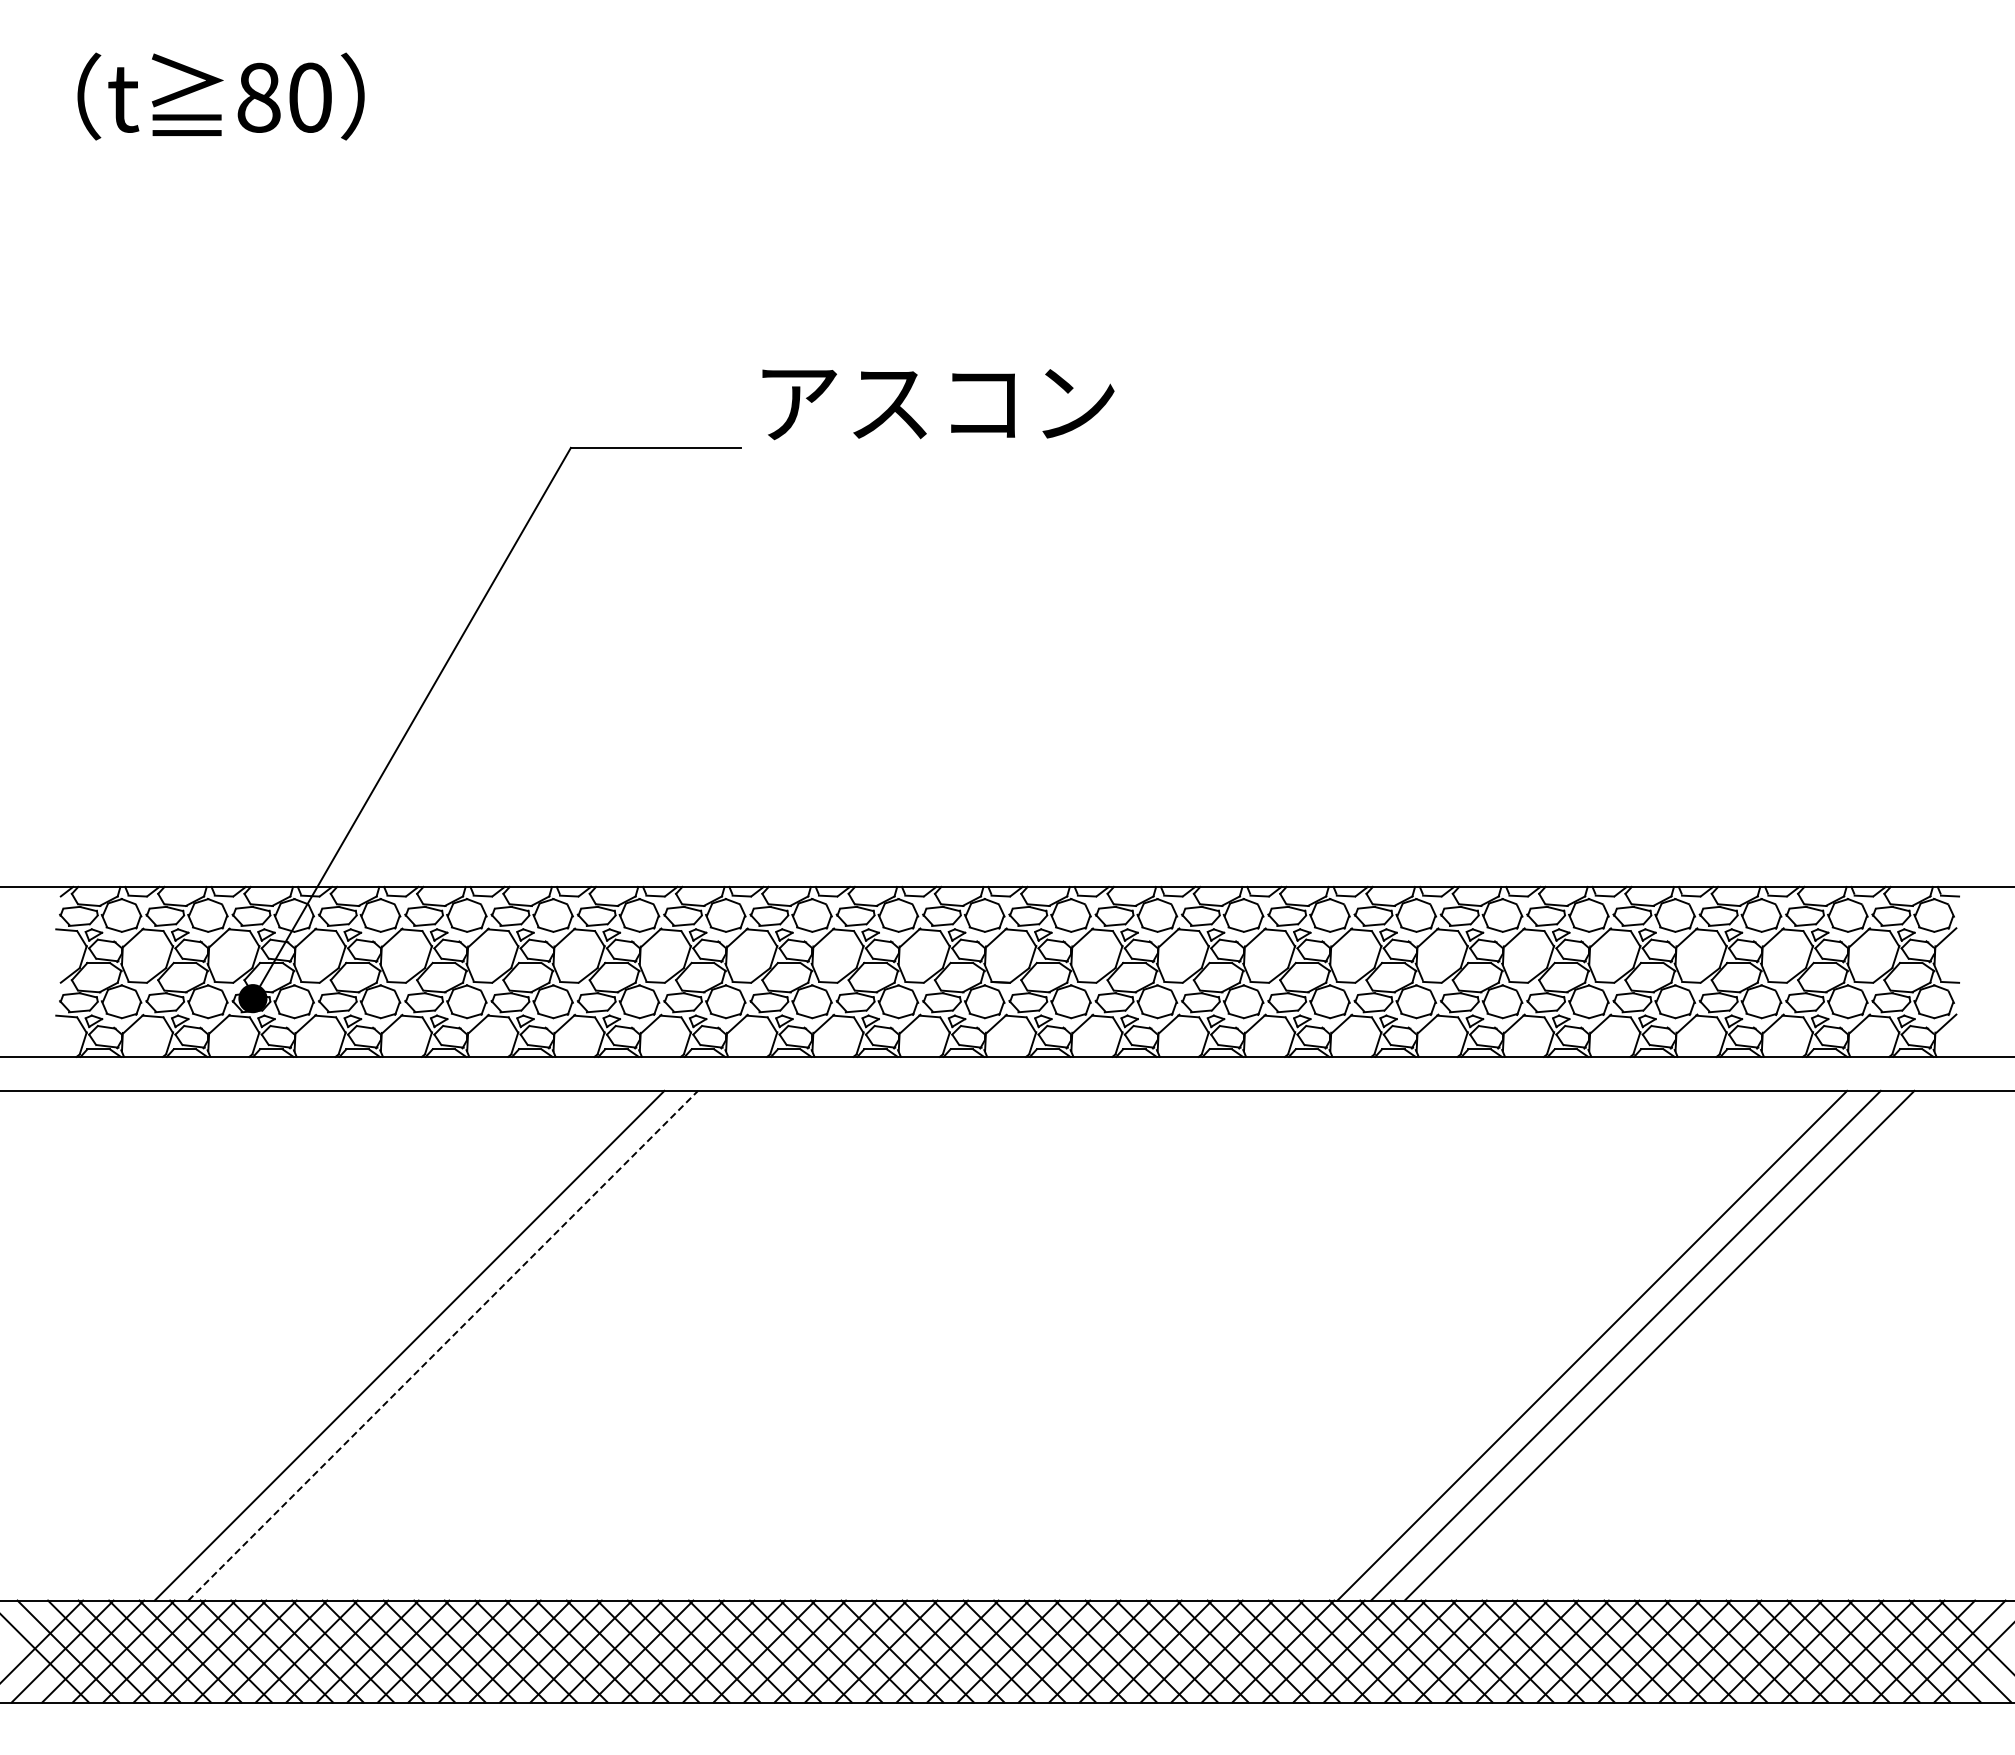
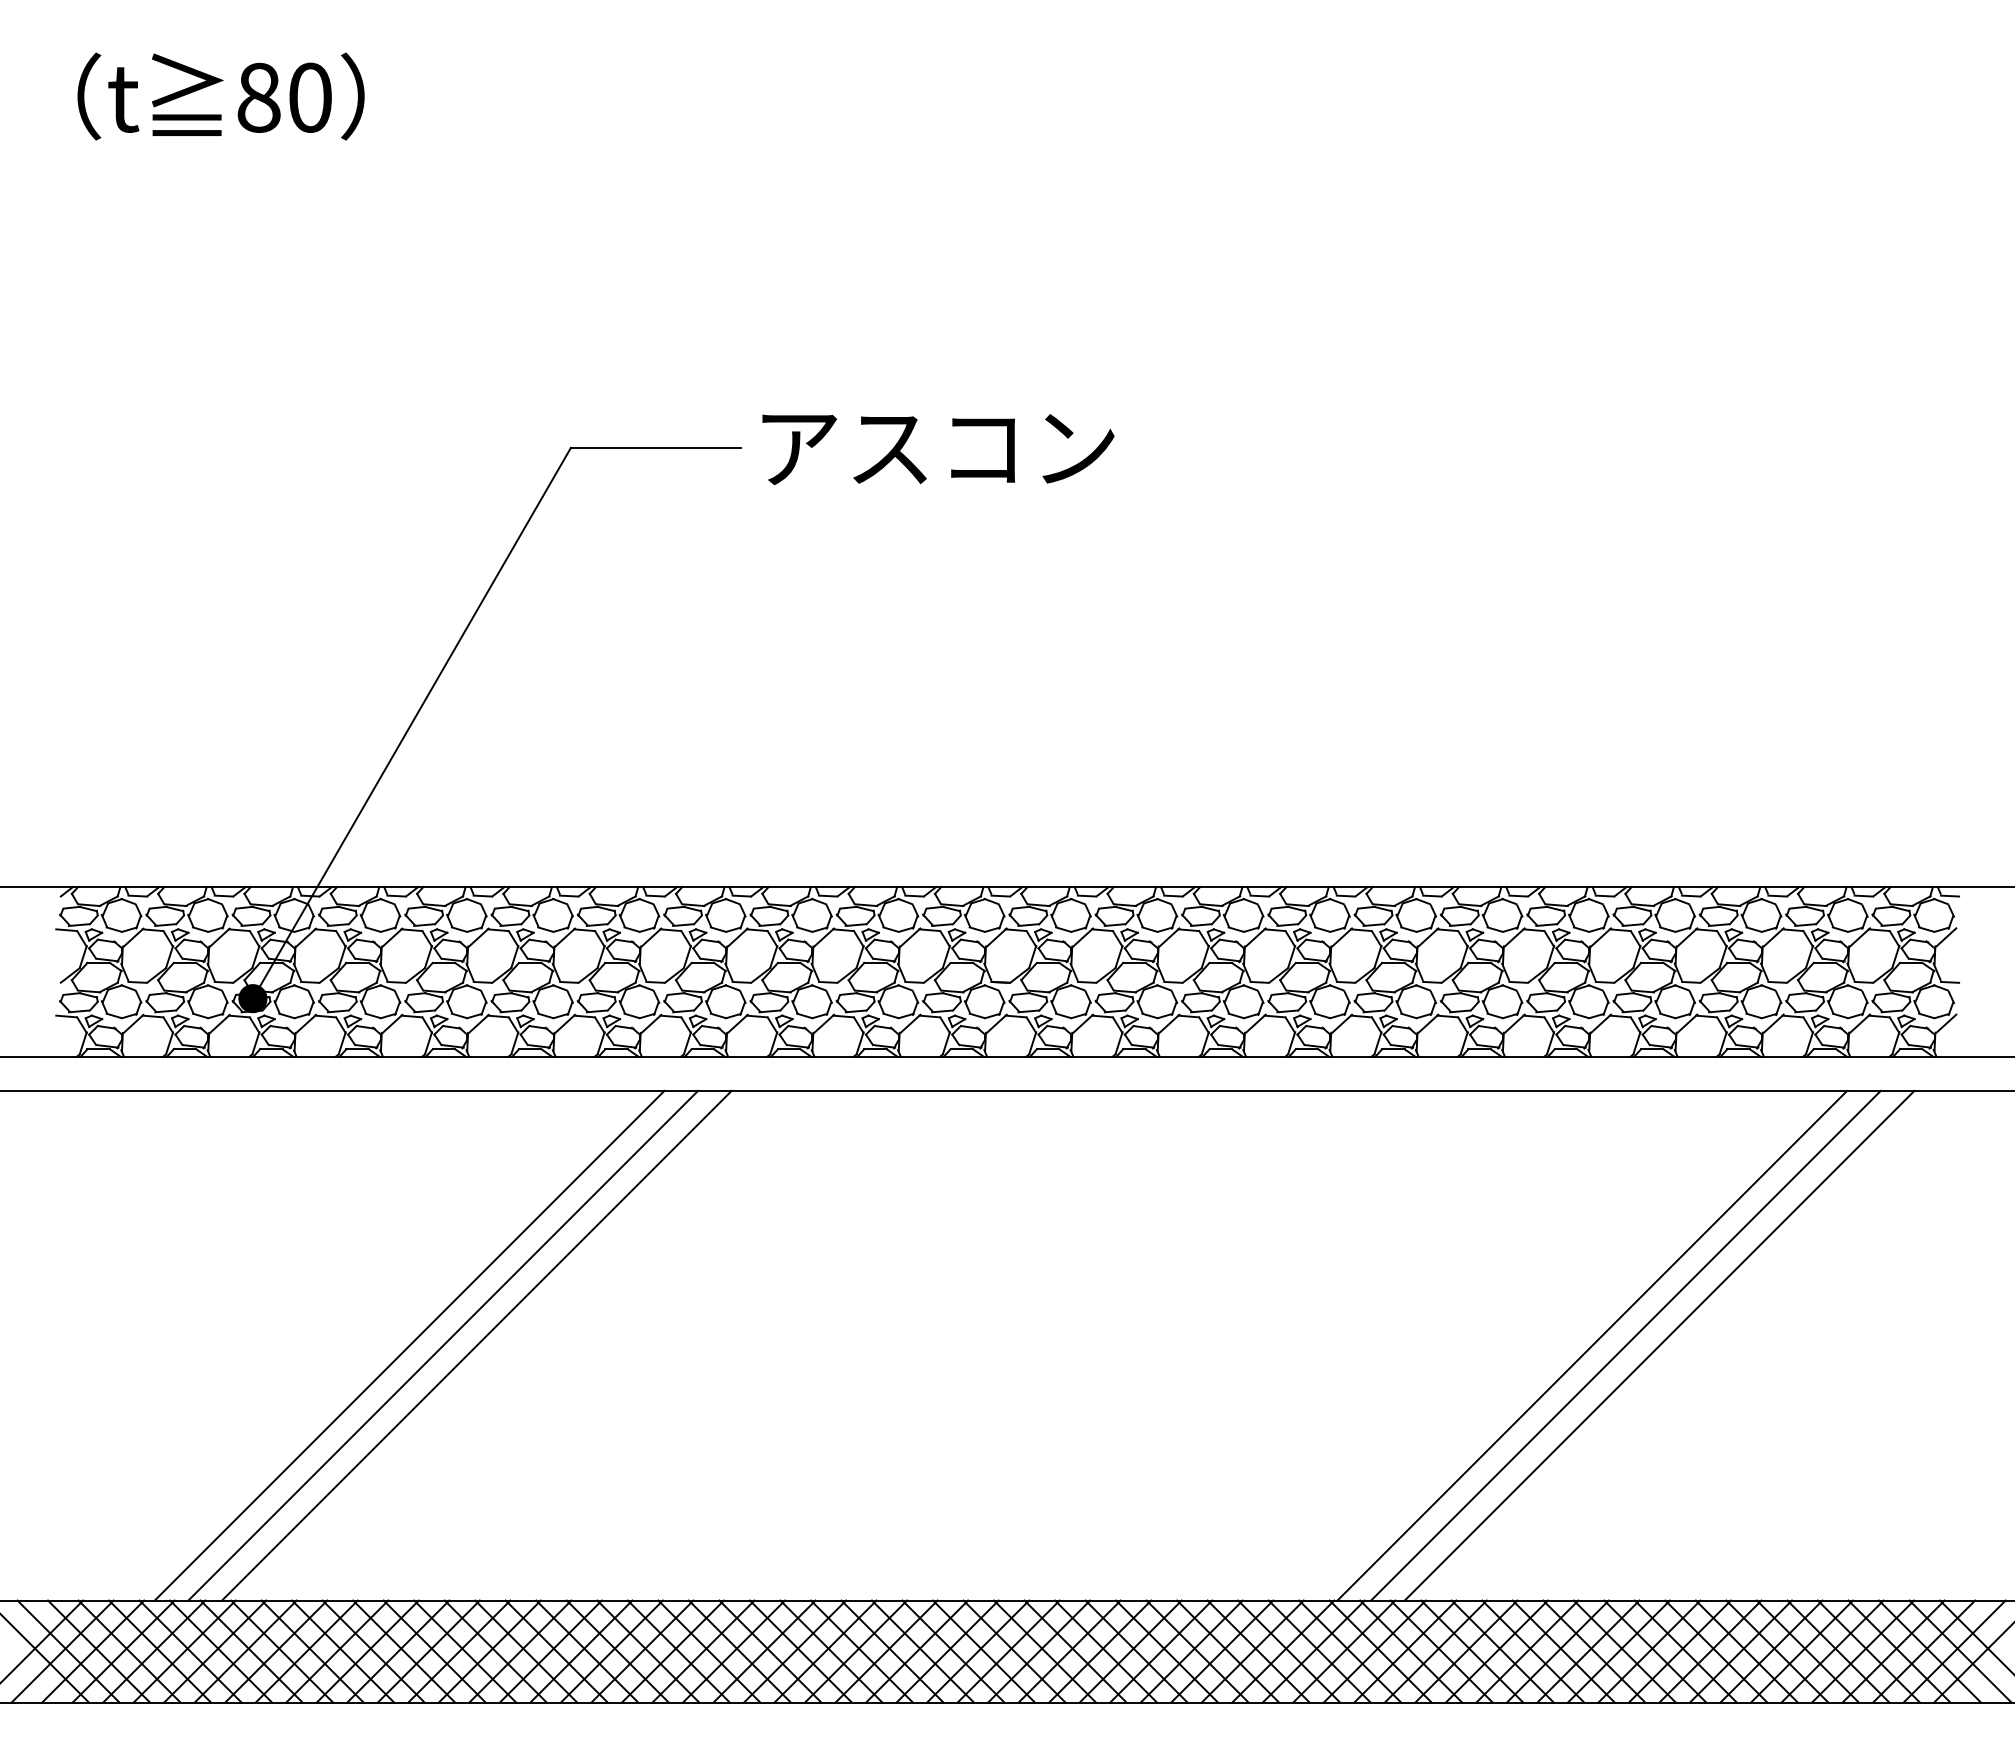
text at (938, 404) position: (938, 404) -> (938, 449)
line at (443, 1345): dashed -> solid
line at (476, 1345): none -> present
